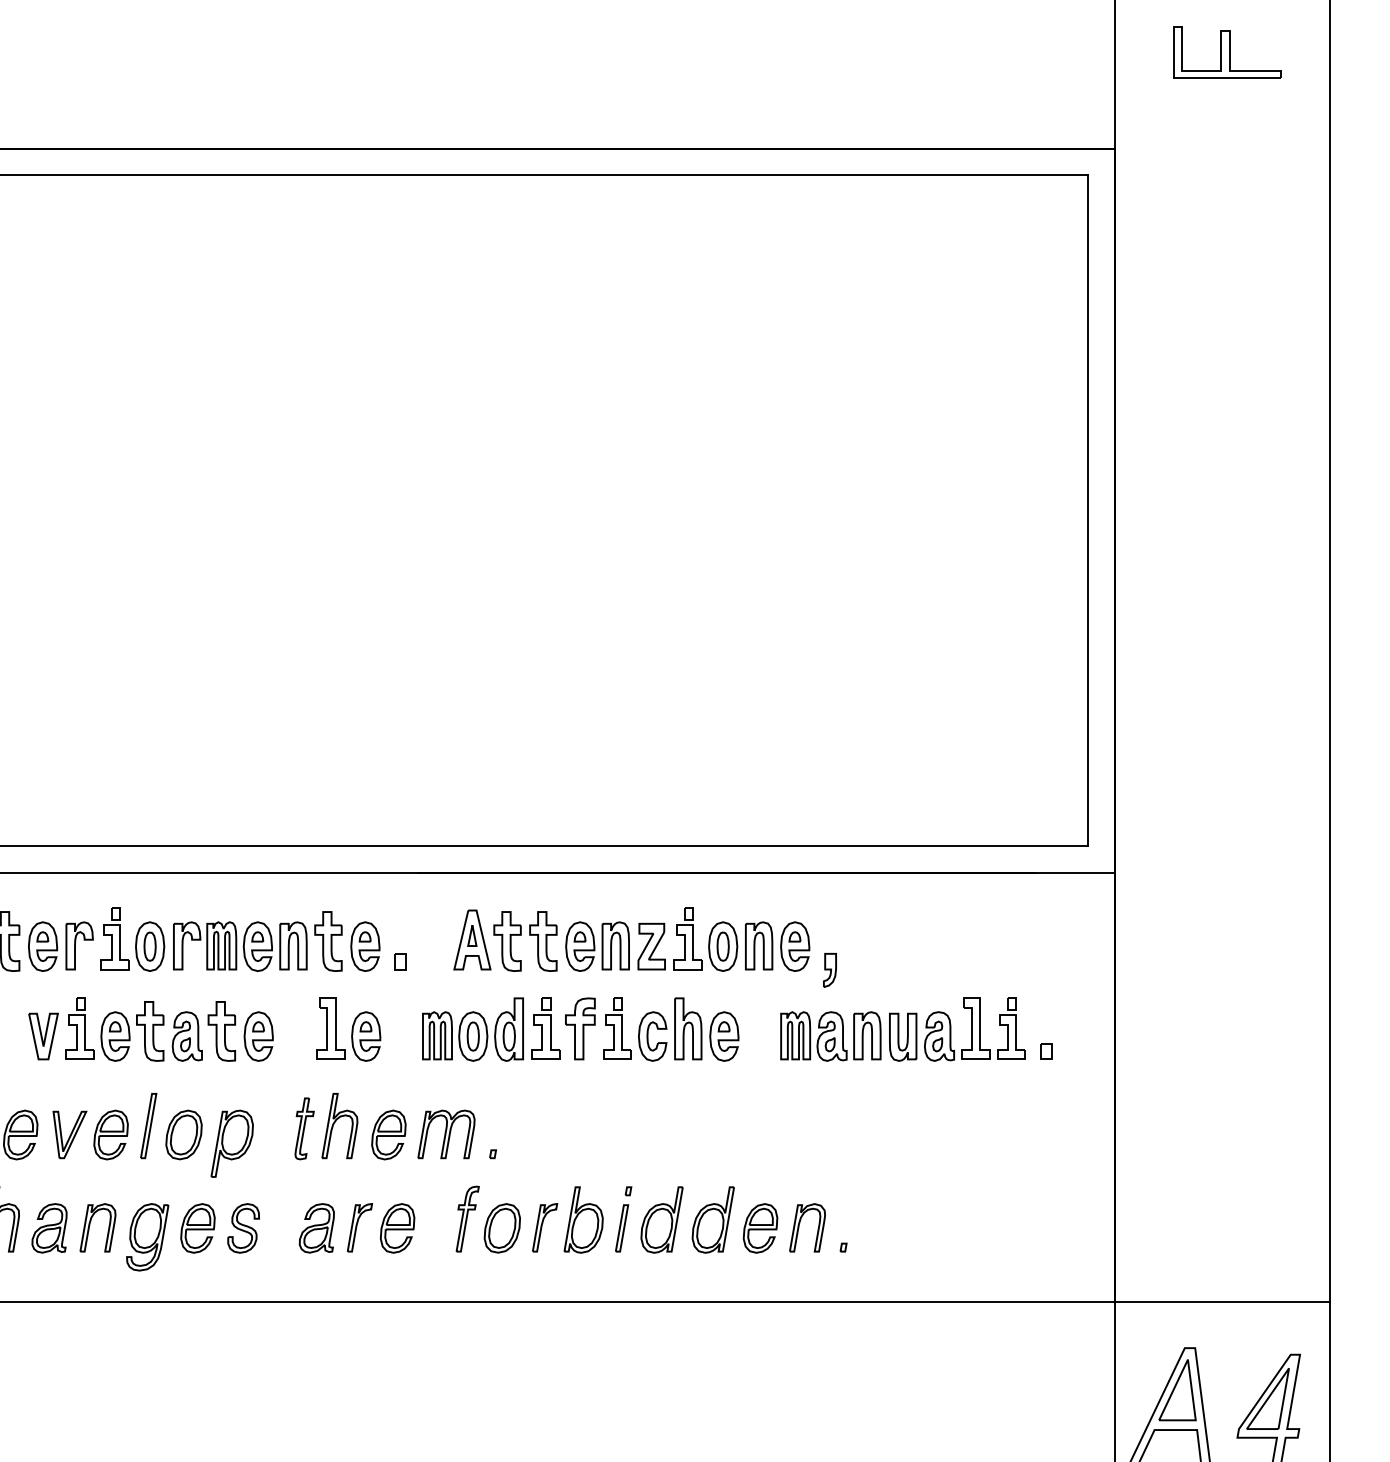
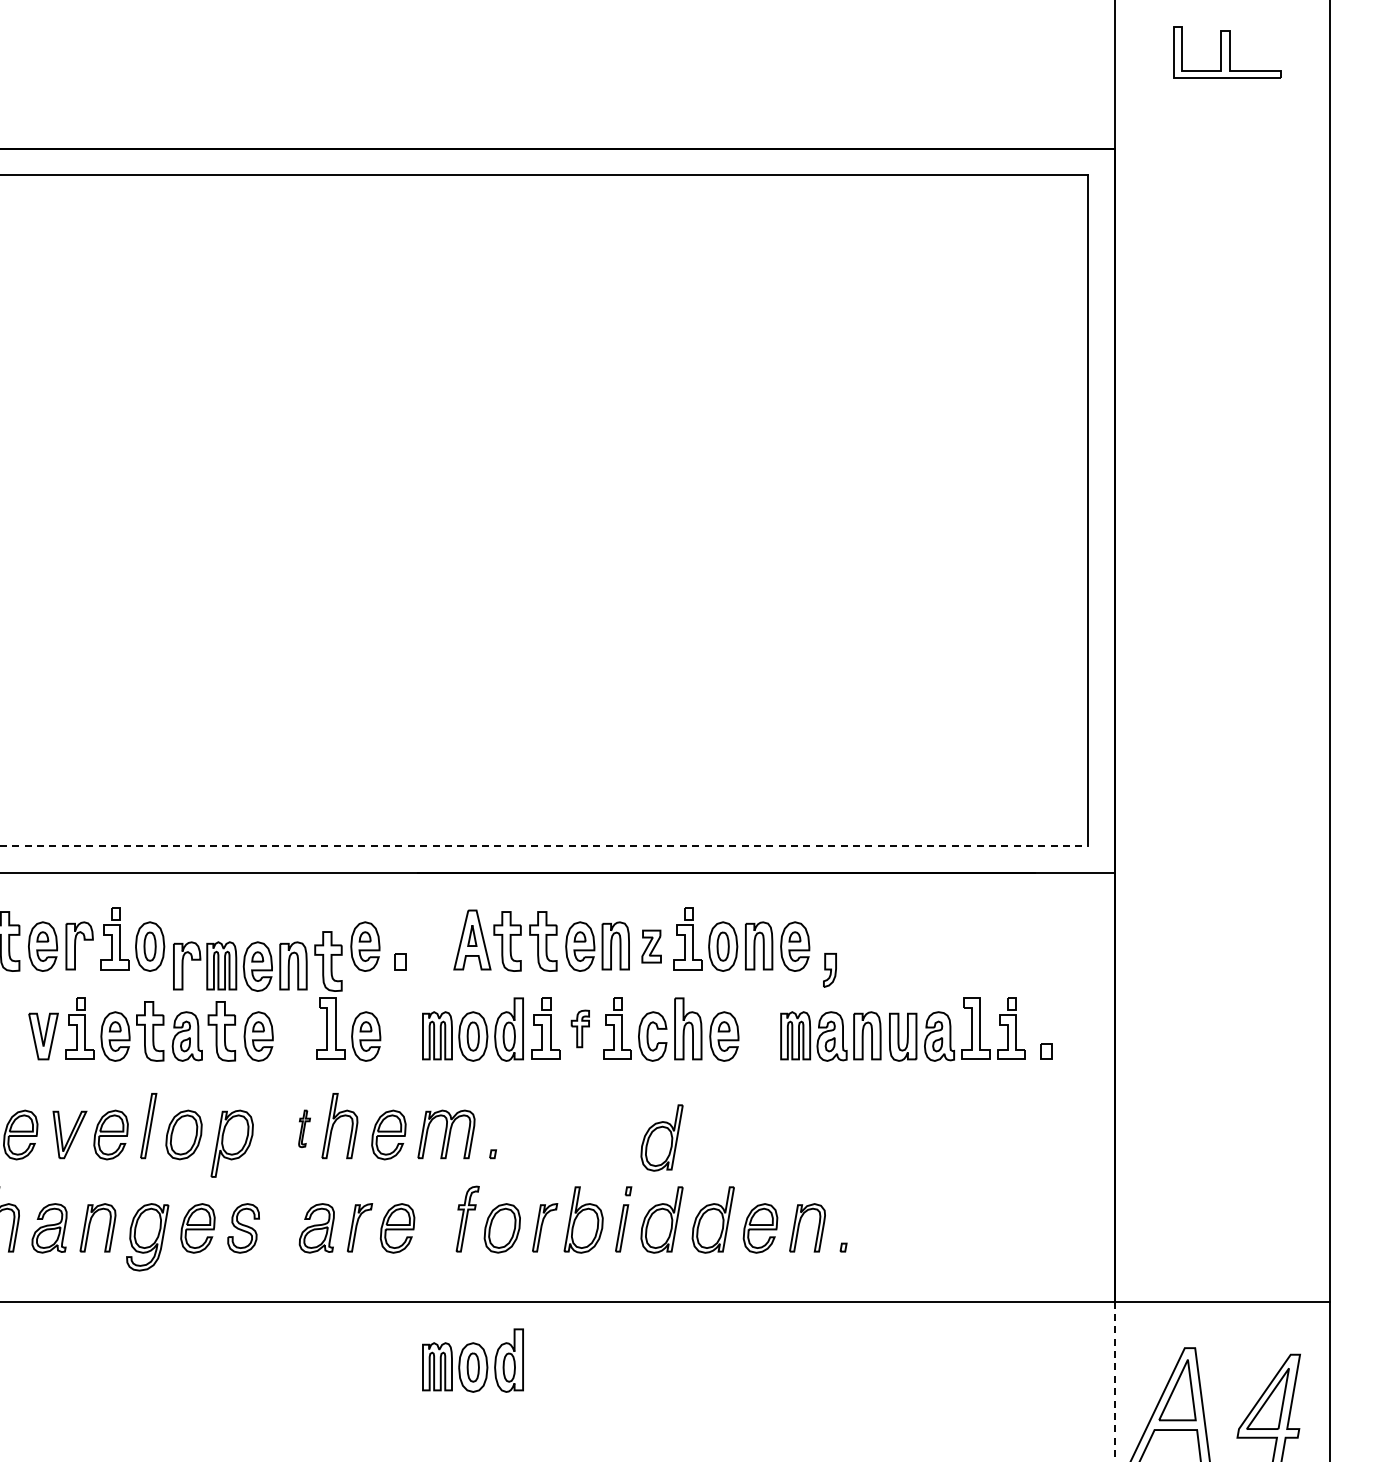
line at (544, 845): solid -> dashed
part at (257, 941) position: (257, 941) -> (257, 961)
part at (651, 946) size: 29x49 px -> 21x35 px
part at (580, 1028) size: 31x64 px -> 20x40 px
part at (304, 1128) size: 21x64 px -> 13x39 px
part at (661, 1137): none -> present
part at (472, 1360): none -> present
line at (1115, 1381): solid -> dashed
